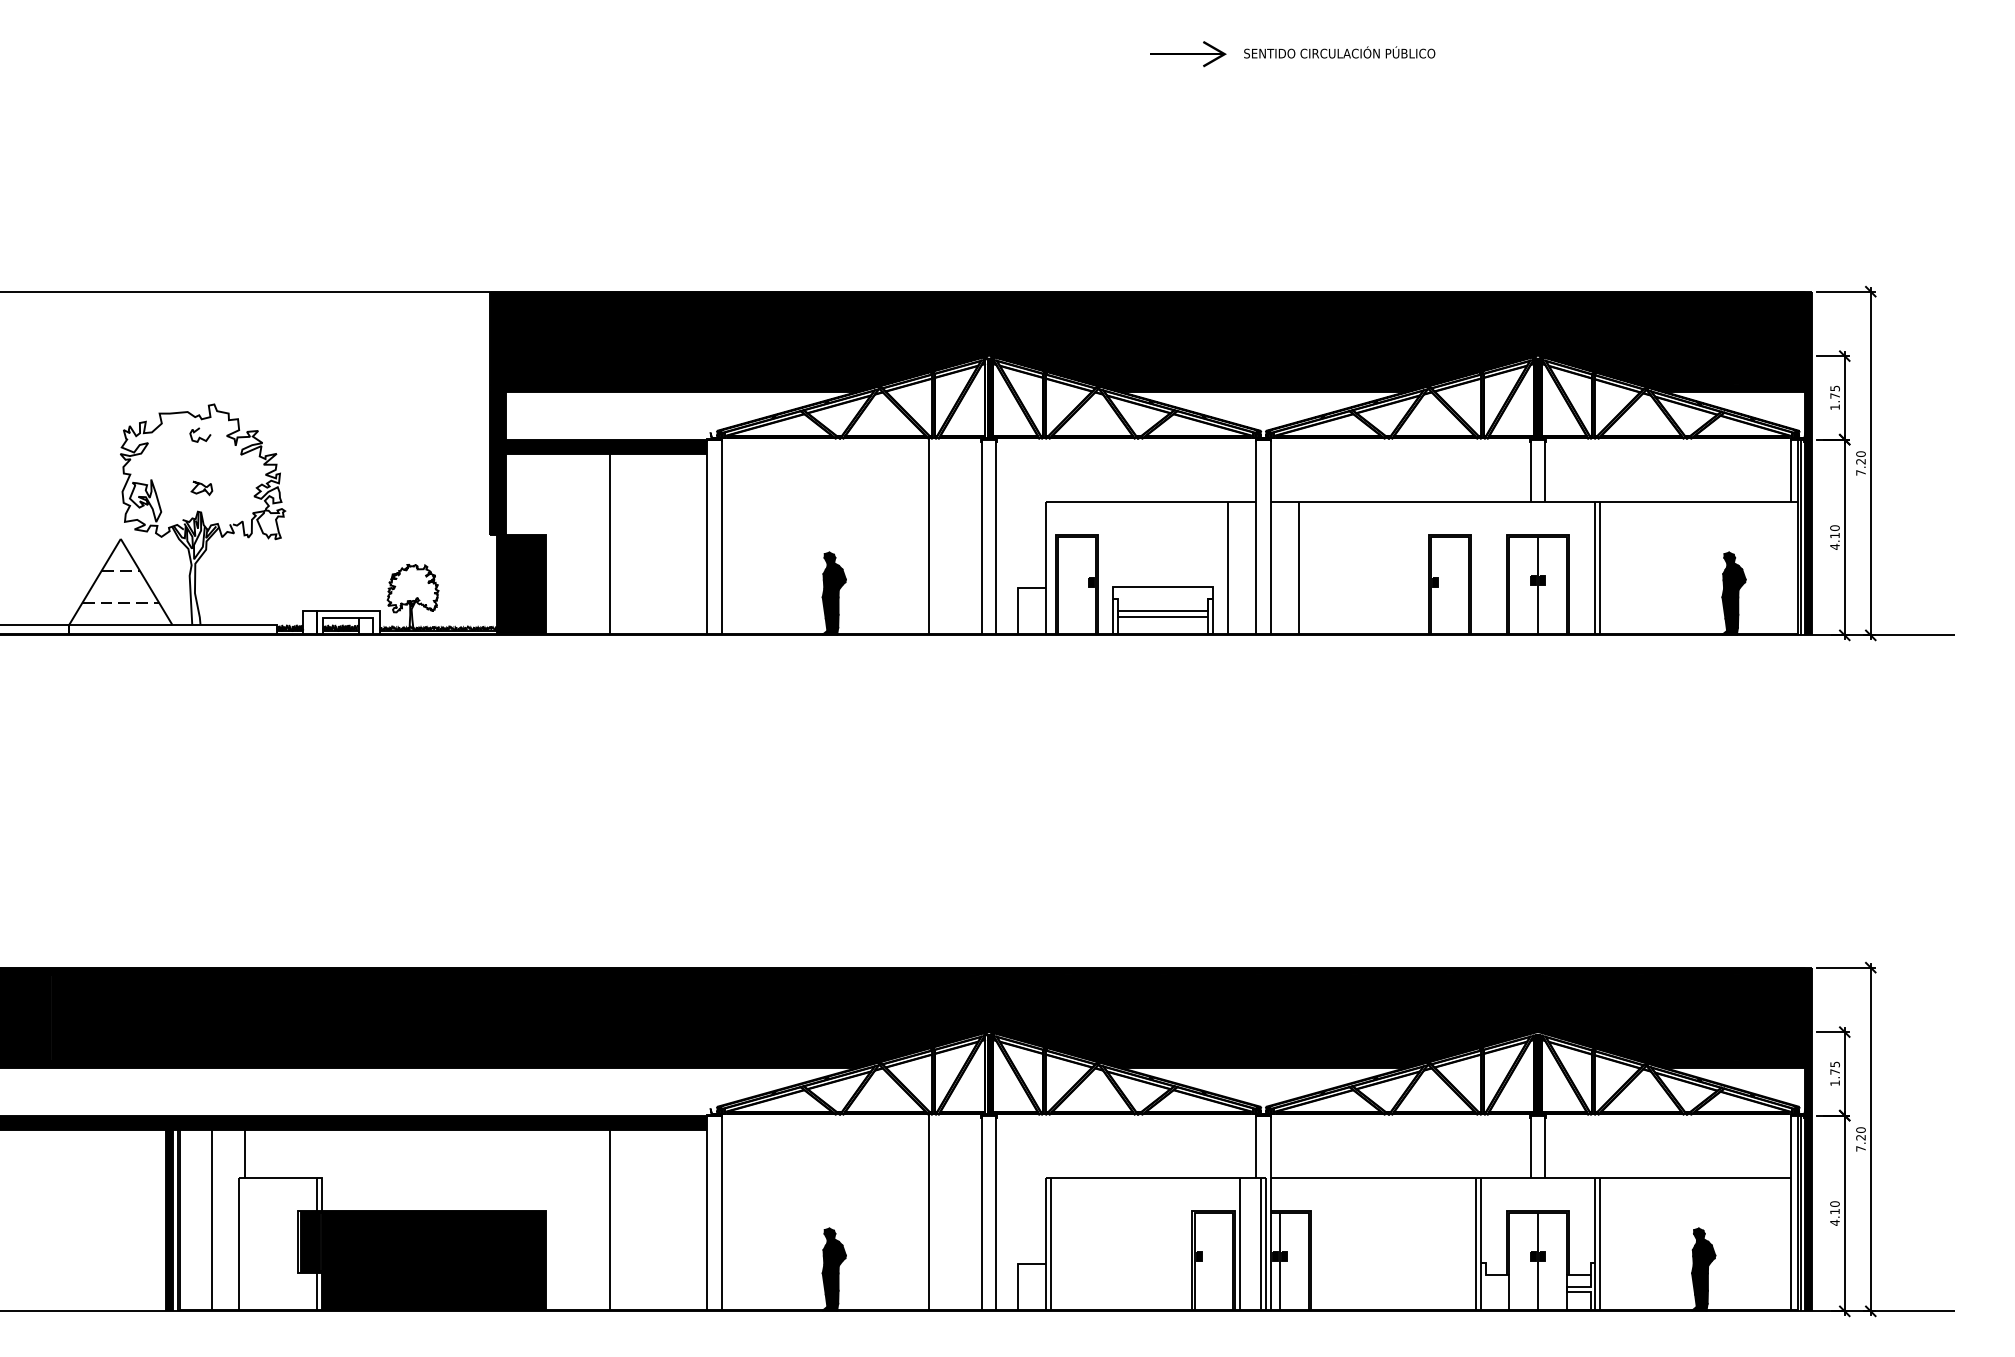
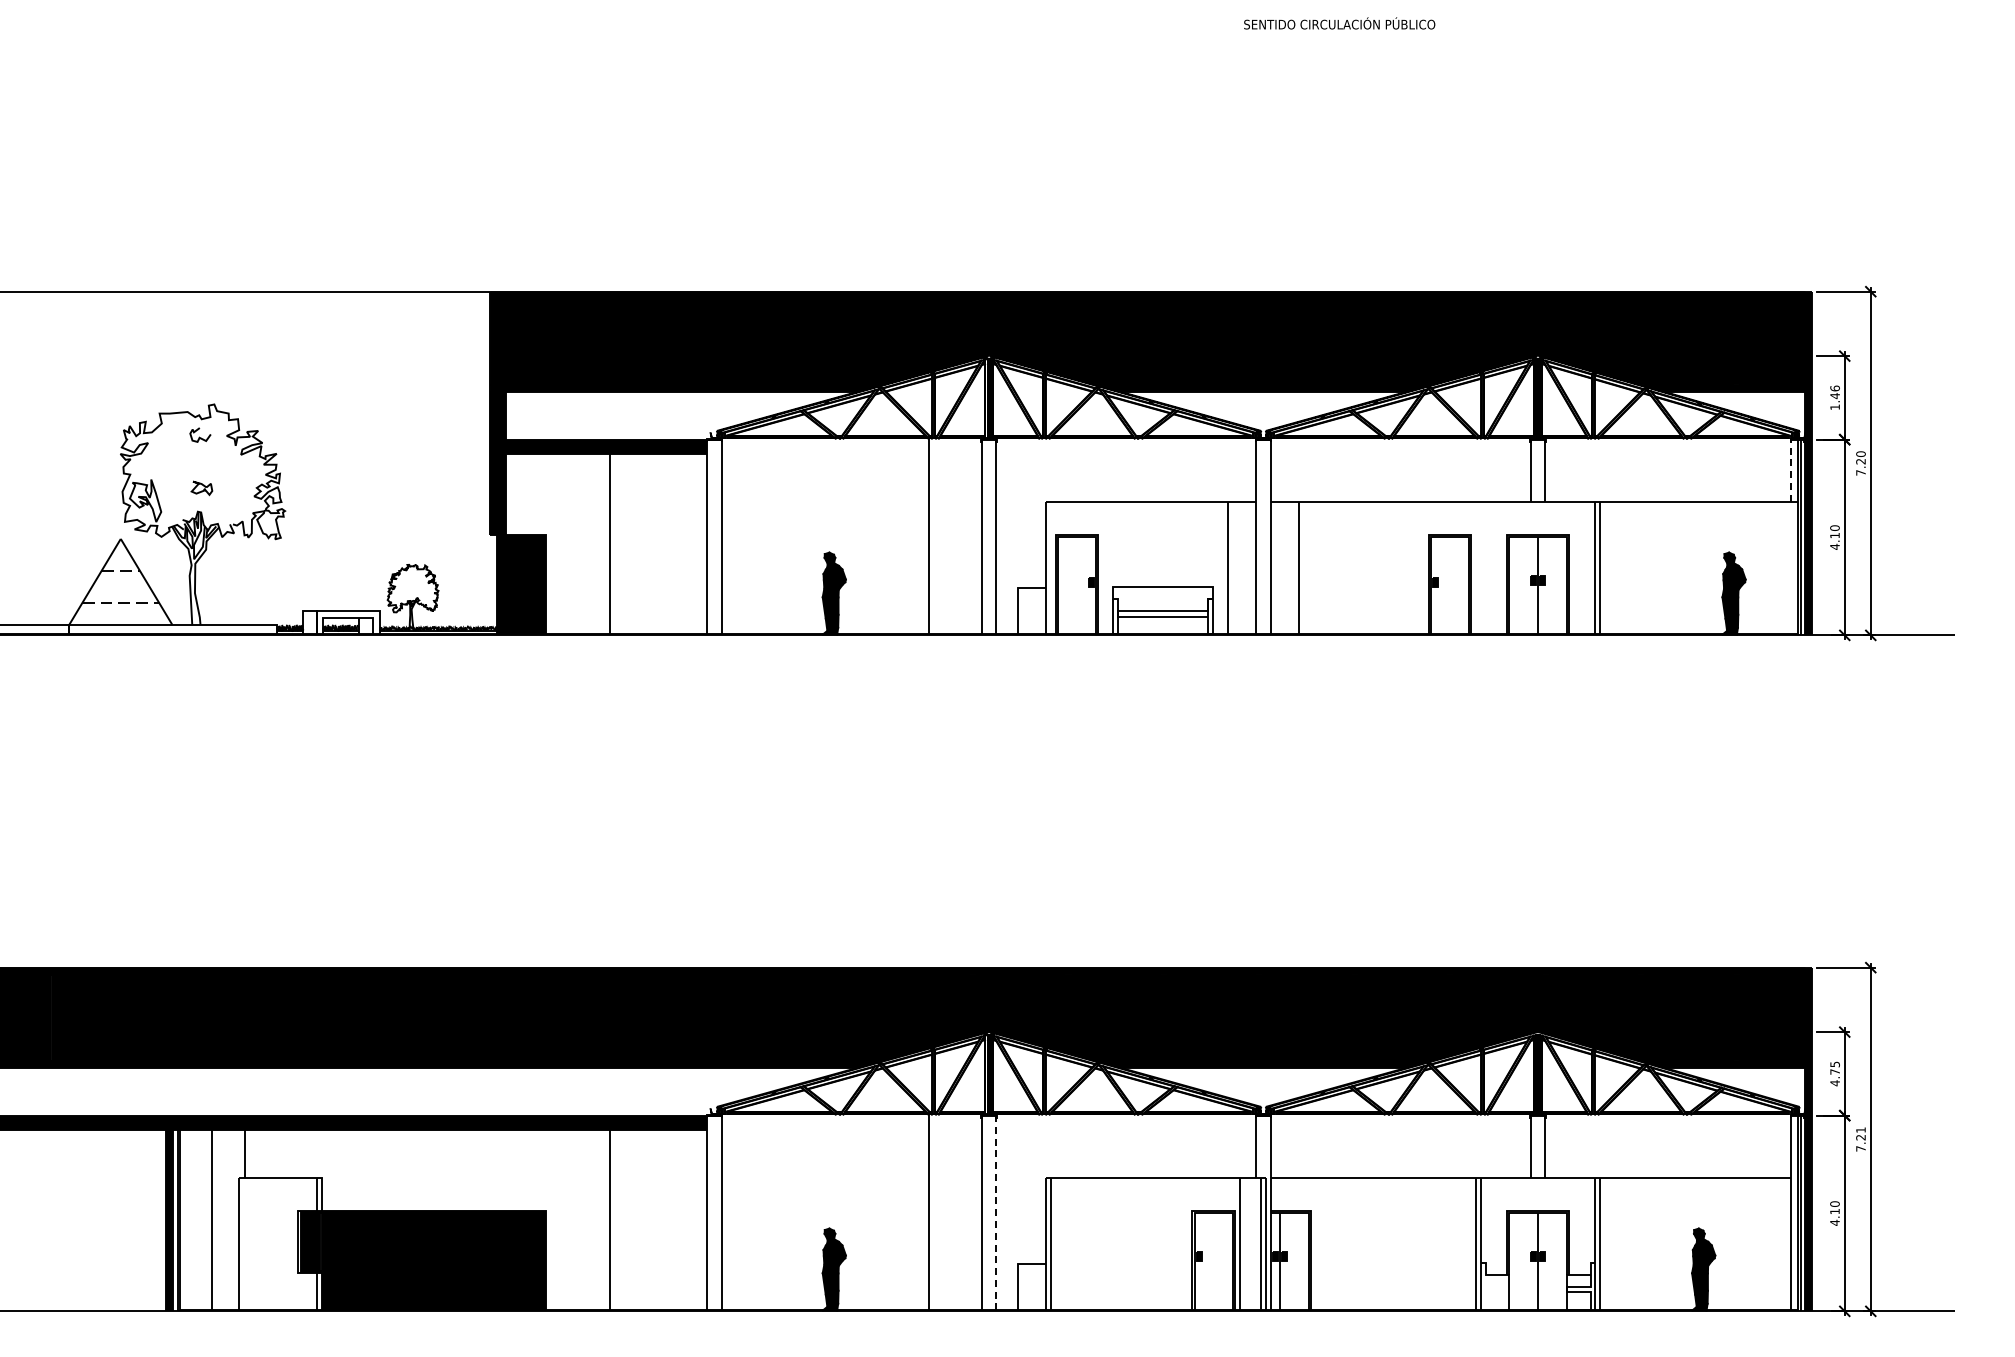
text at (1339, 52) position: (1339, 52) -> (1339, 23)
part at (1188, 54): present -> none
text at (1834, 392): 1.75 -> 1.46
line at (1790, 470): solid -> dashed
text at (1834, 1083): 1.75 -> 4.75
text at (1860, 1129): 7.20 -> 7.21
line at (996, 1212): solid -> dashed
